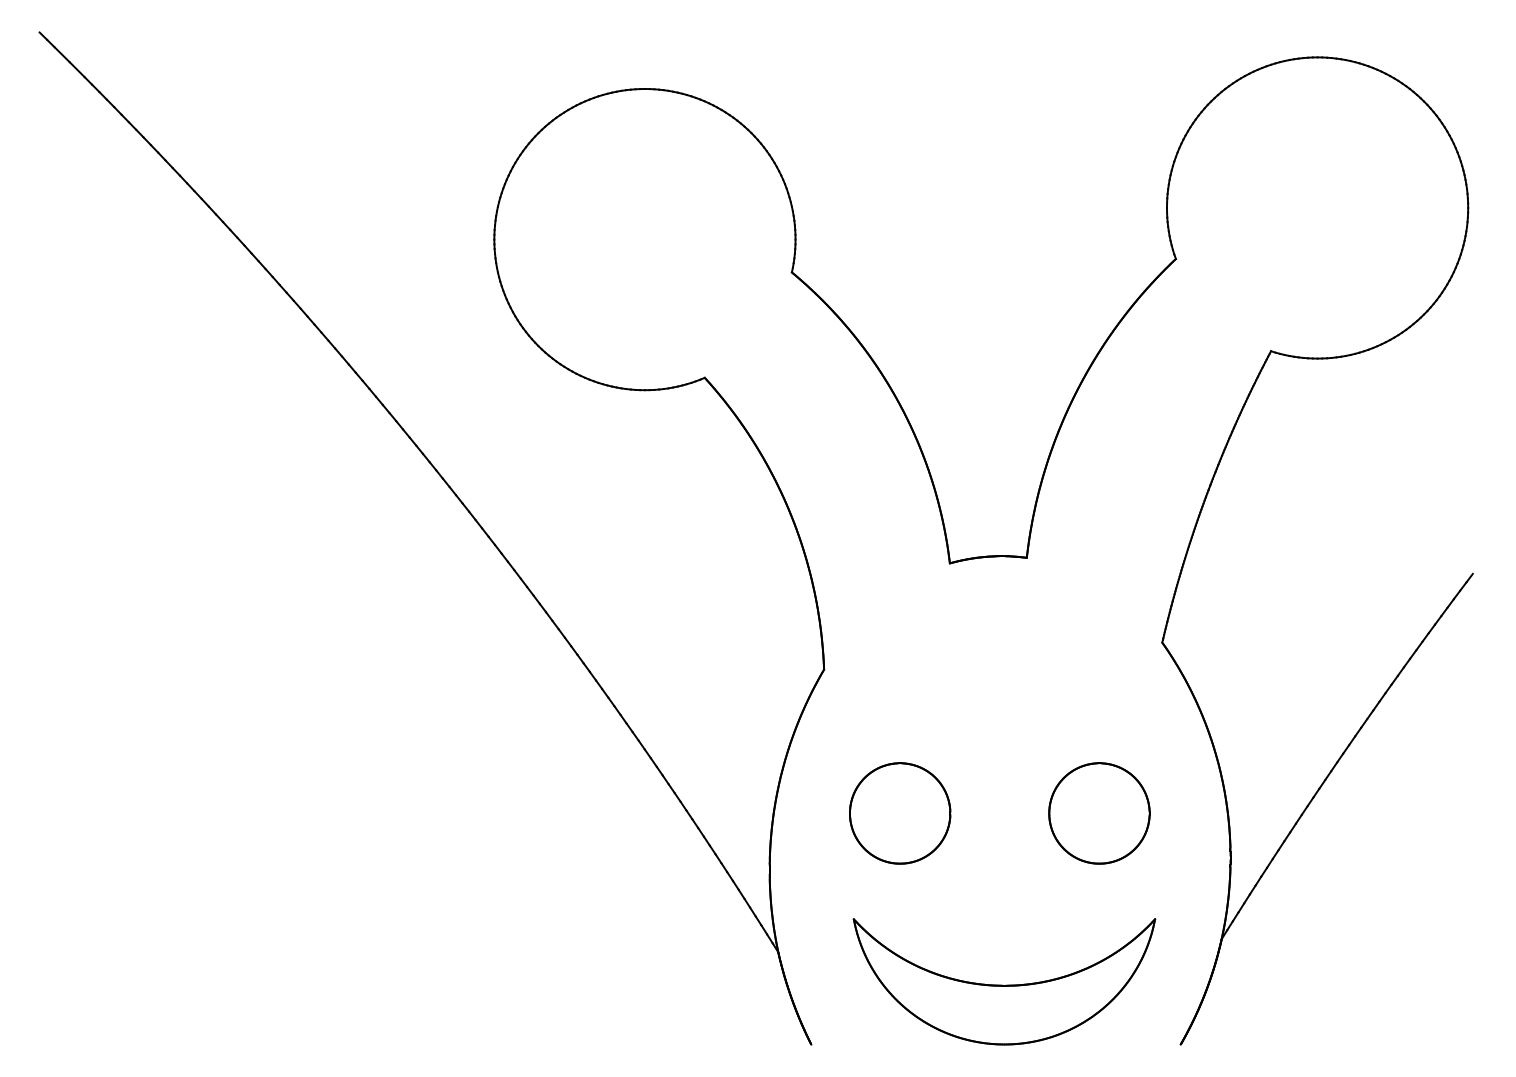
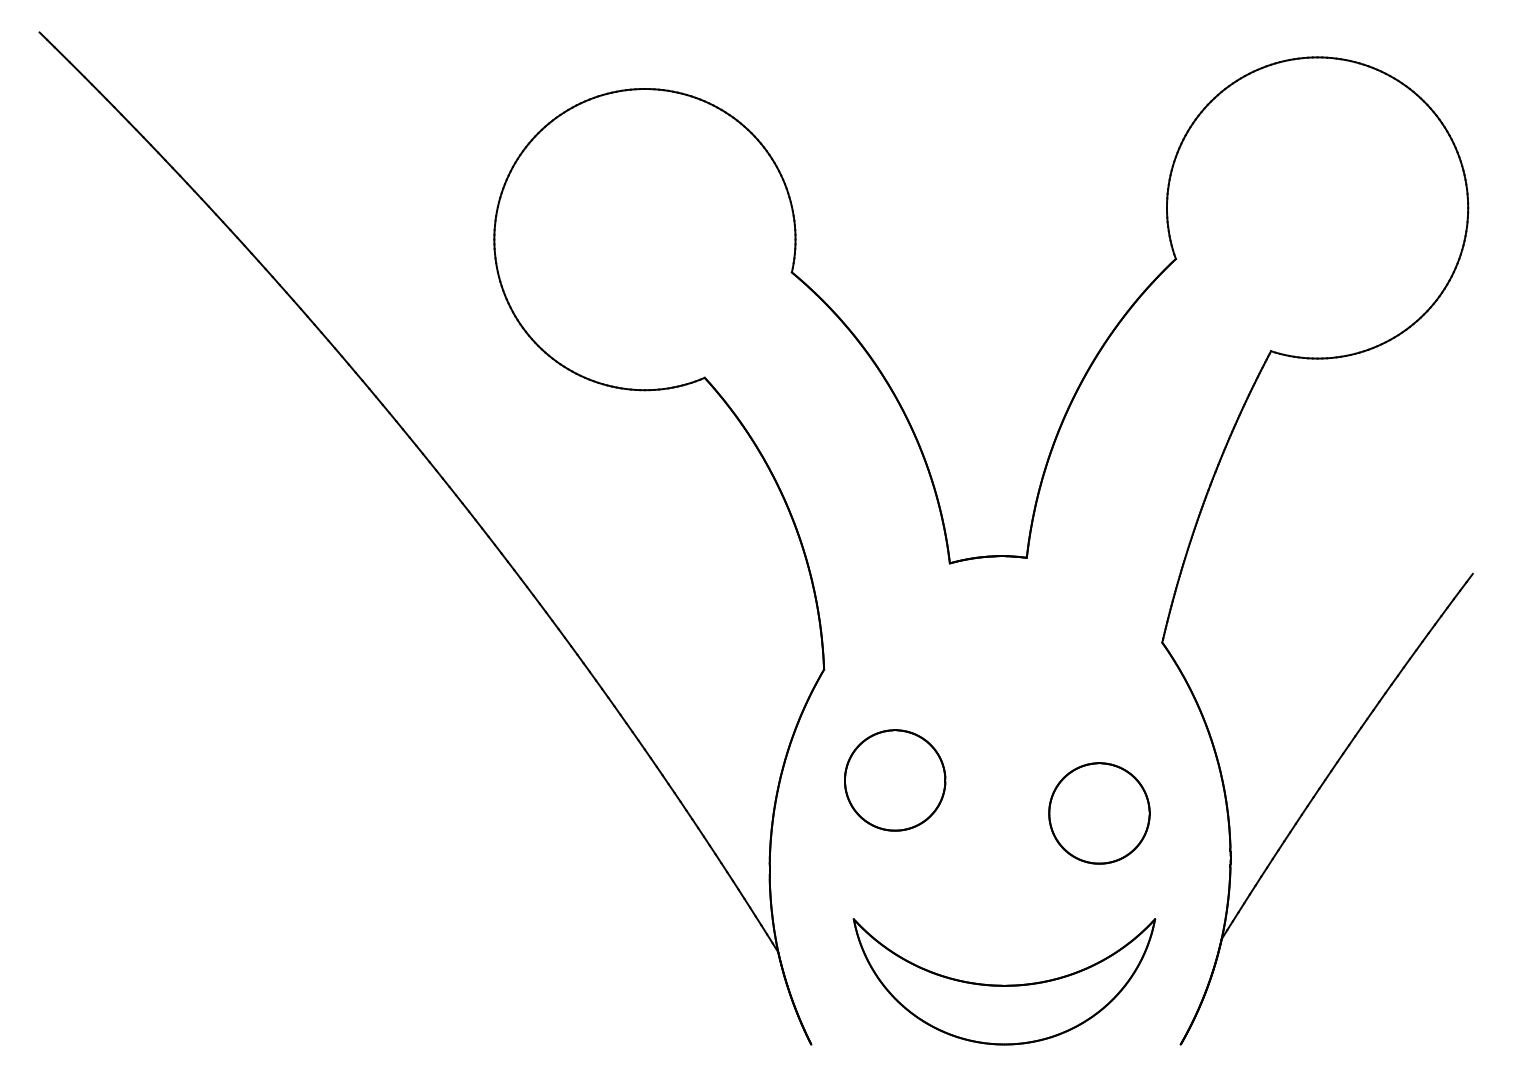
part at (900, 813) position: (900, 813) -> (895, 780)
